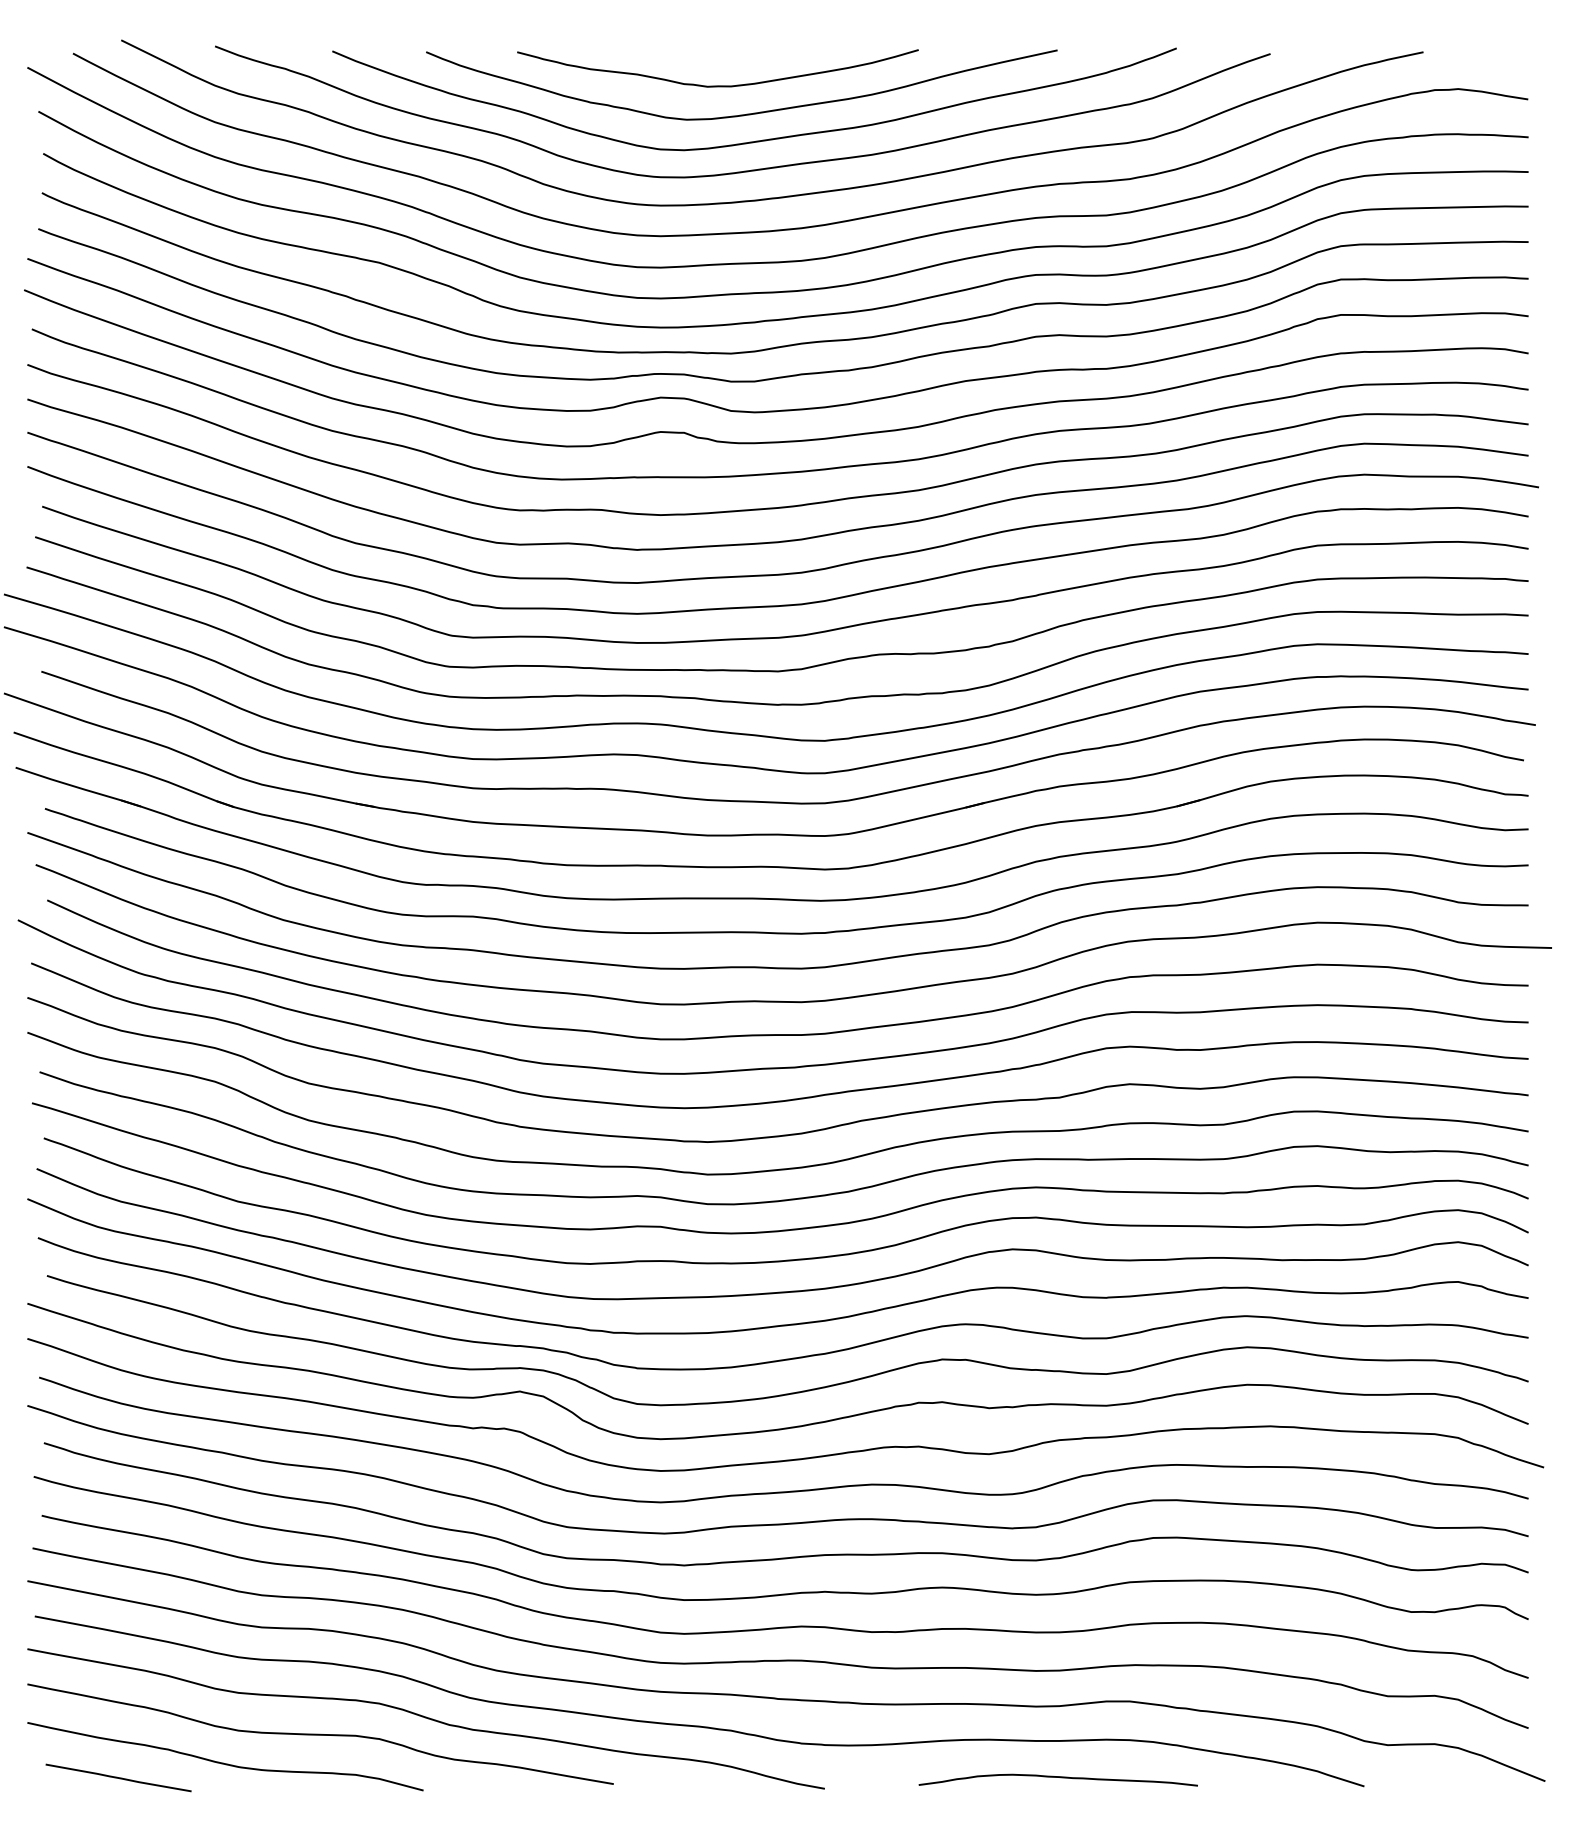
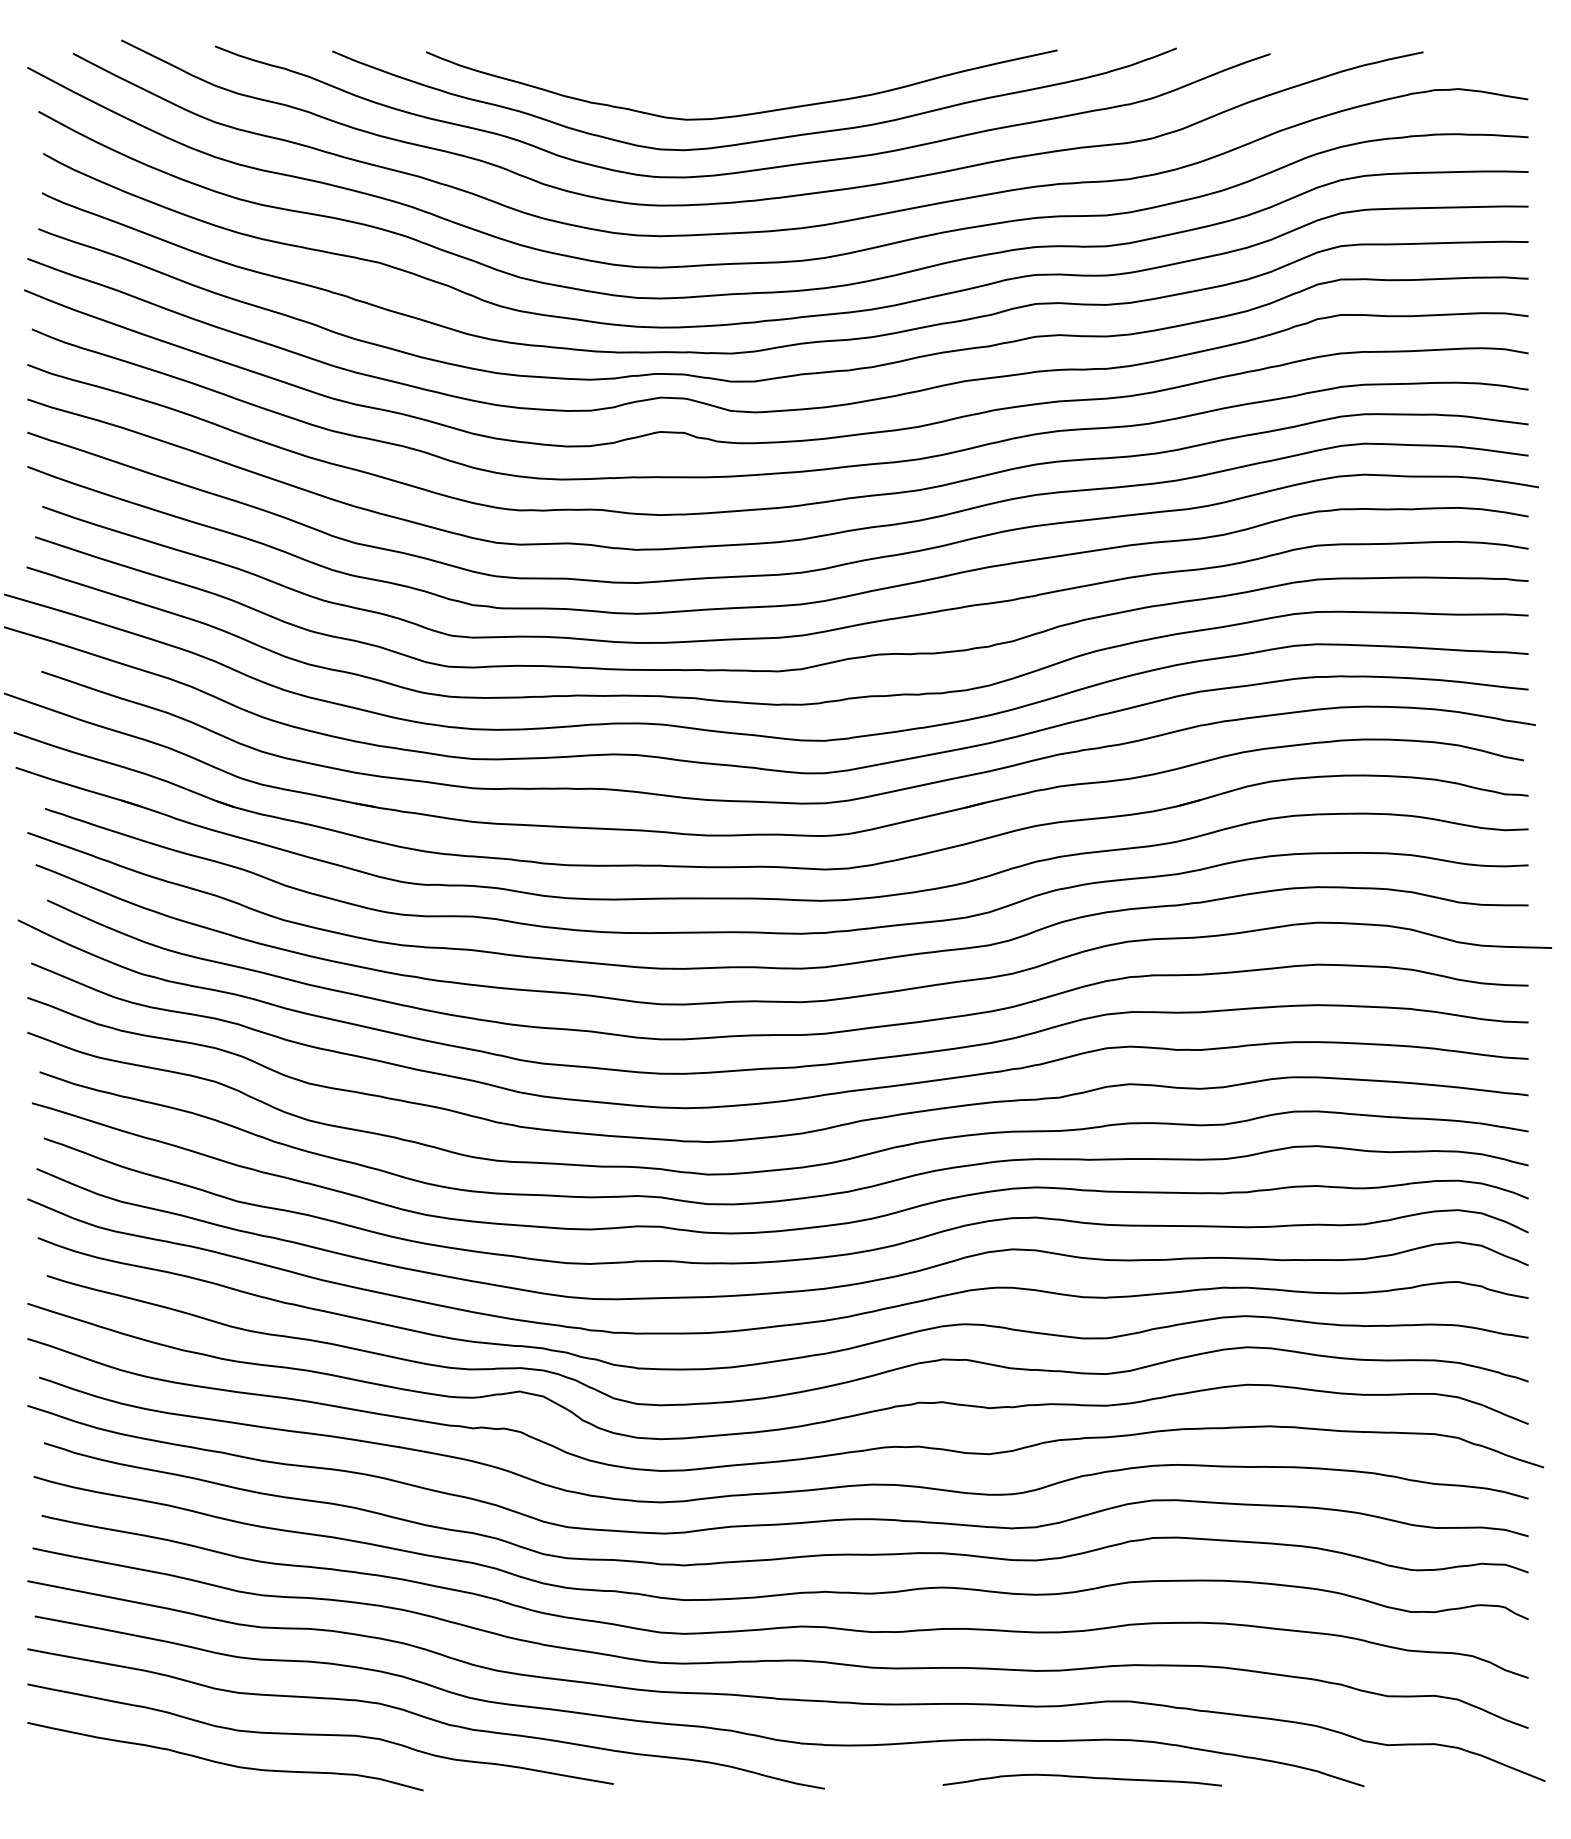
curve at (717, 85): present -> none
line at (118, 1777): present -> none
curve at (1057, 1777) position: (1057, 1777) -> (1081, 1777)
